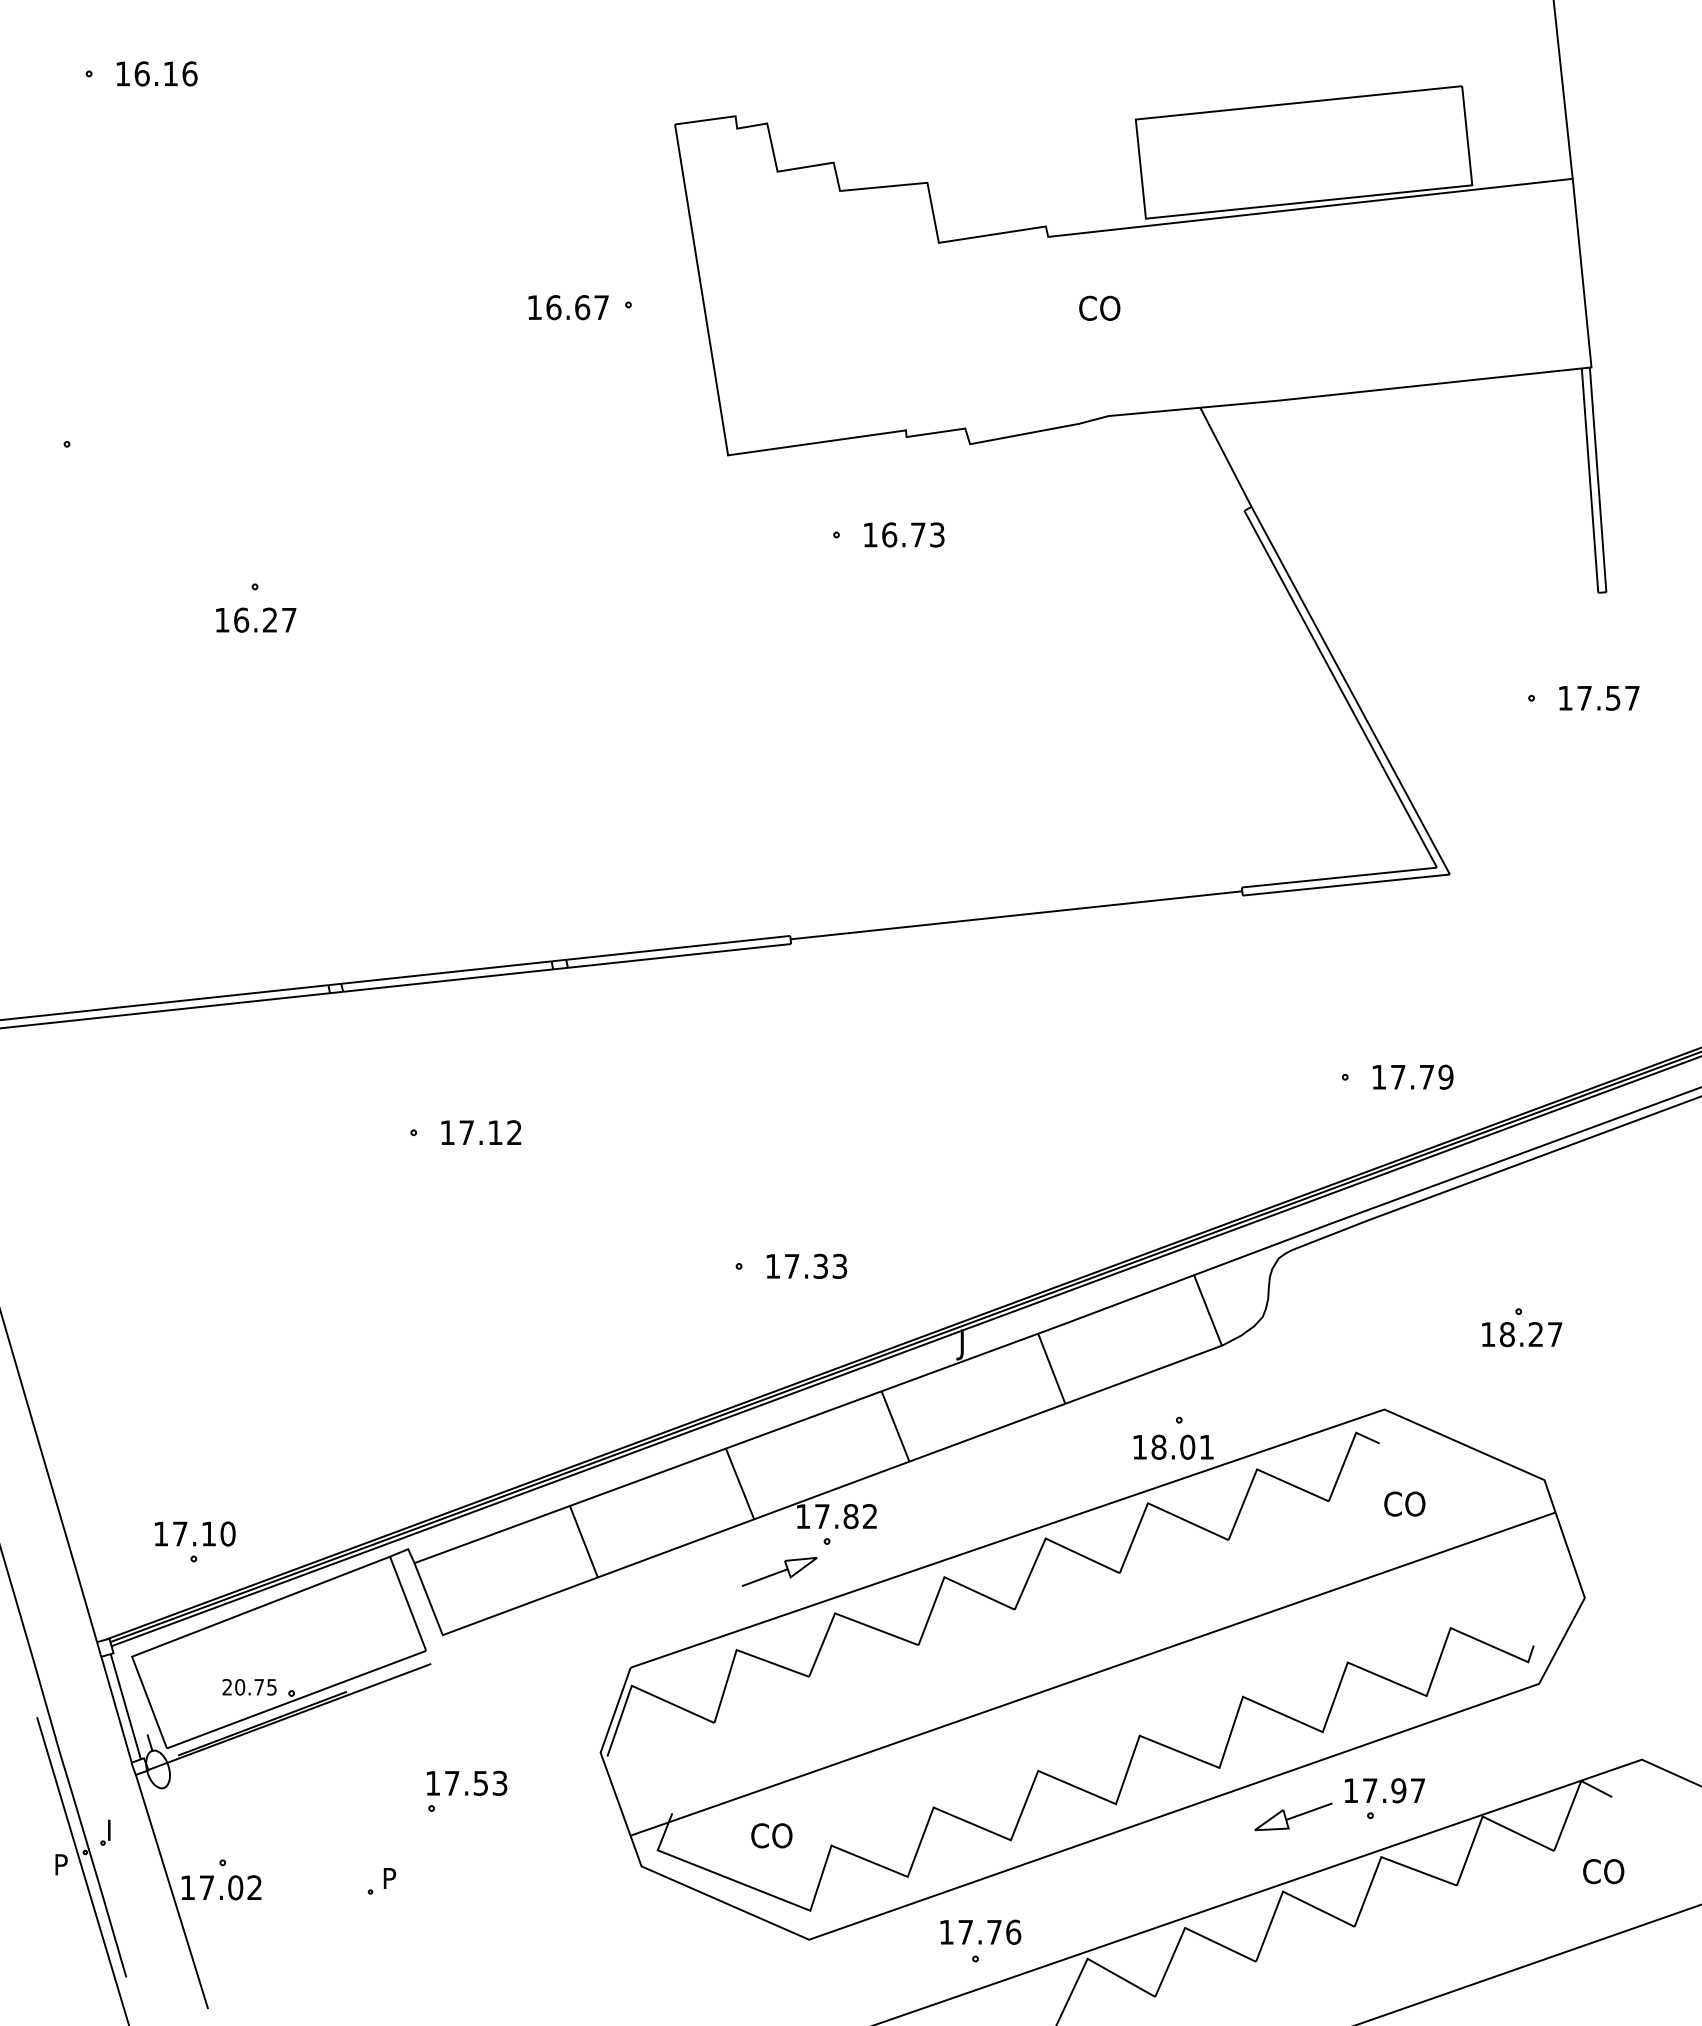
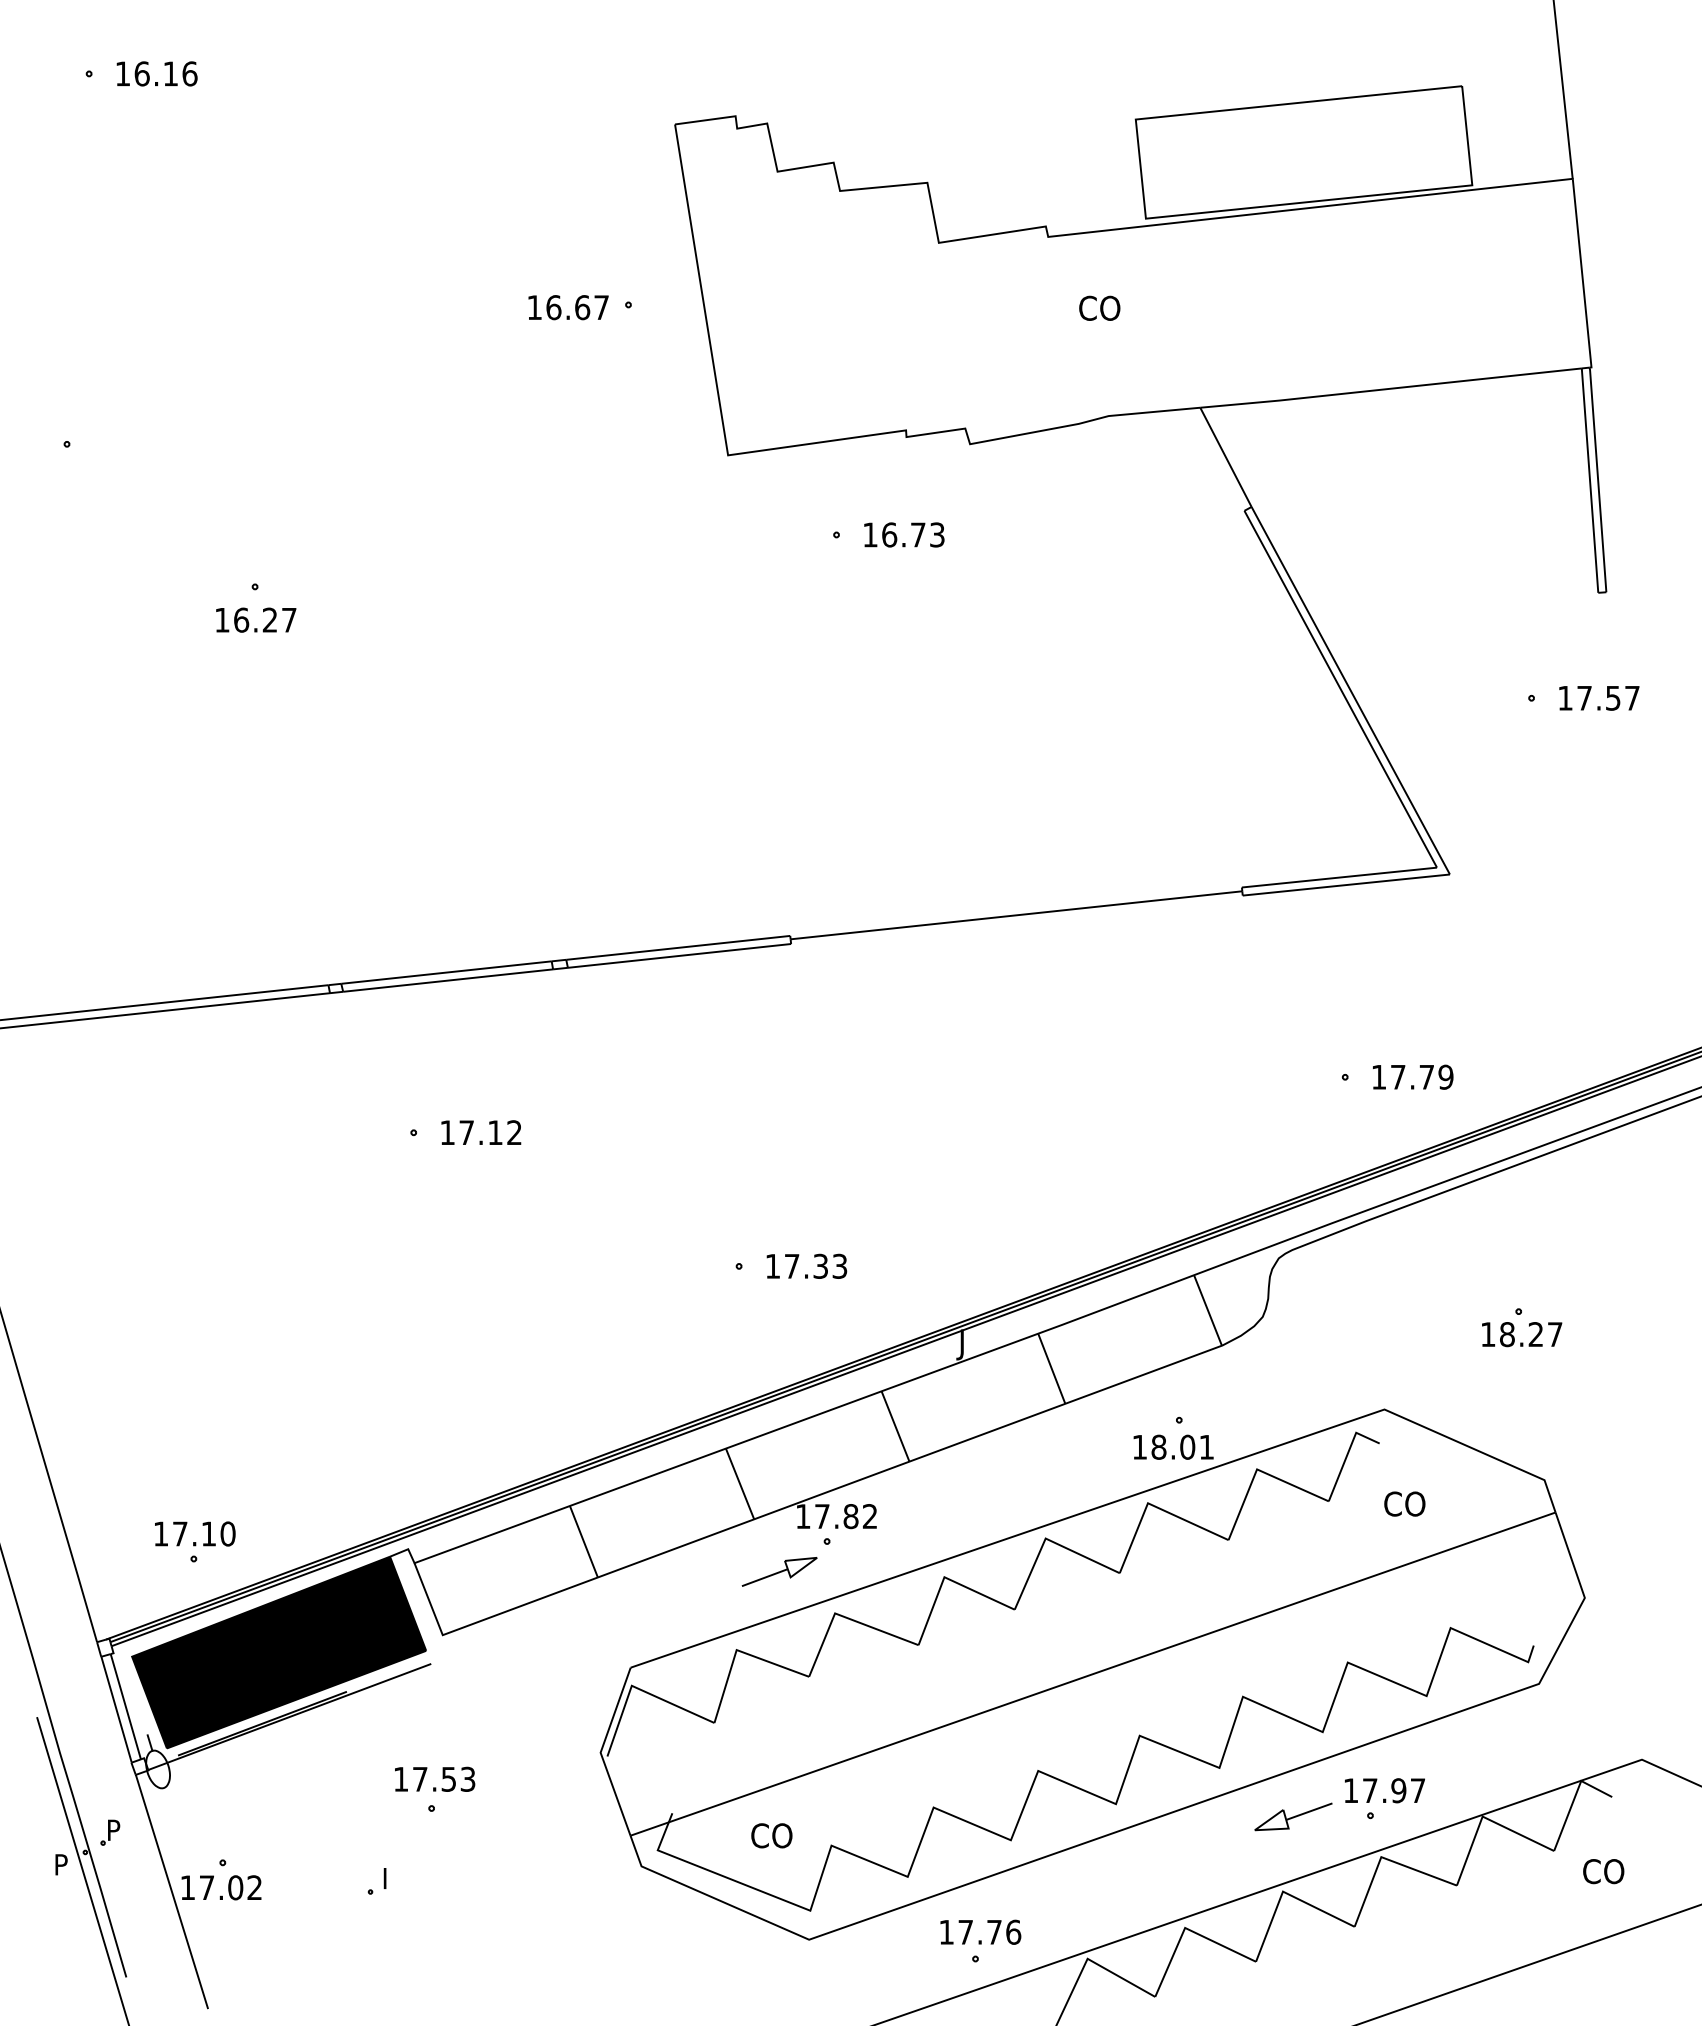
fill at (279, 1652): none -> present
text at (467, 1782) position: (467, 1782) -> (435, 1778)
text at (115, 1825): I -> P
text at (390, 1874): P -> I
